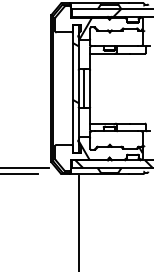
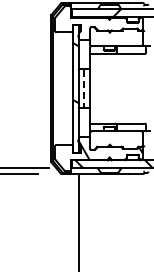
hatch at (110, 28): present -> none
line at (83, 89): solid -> dashed
